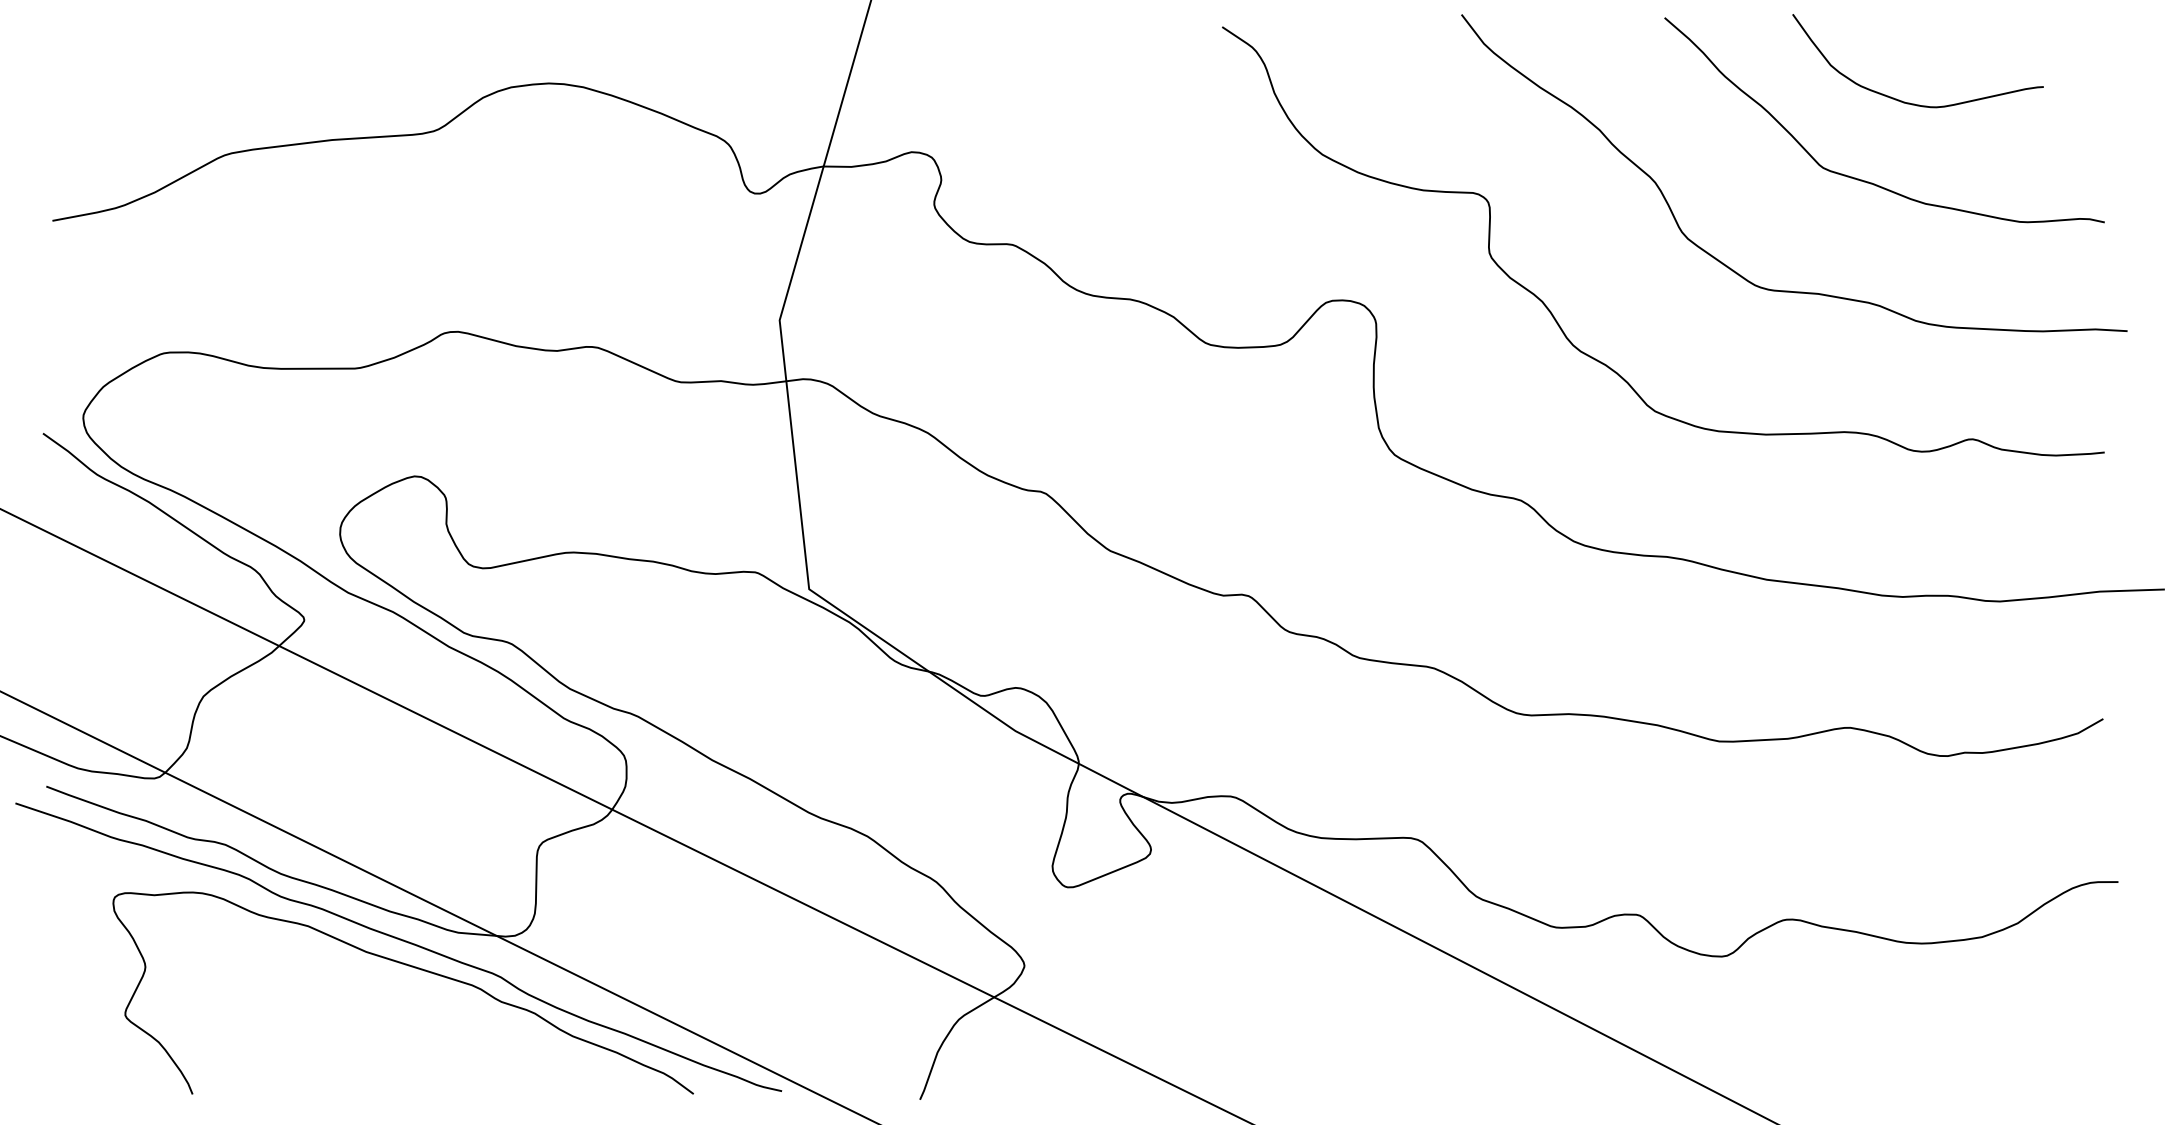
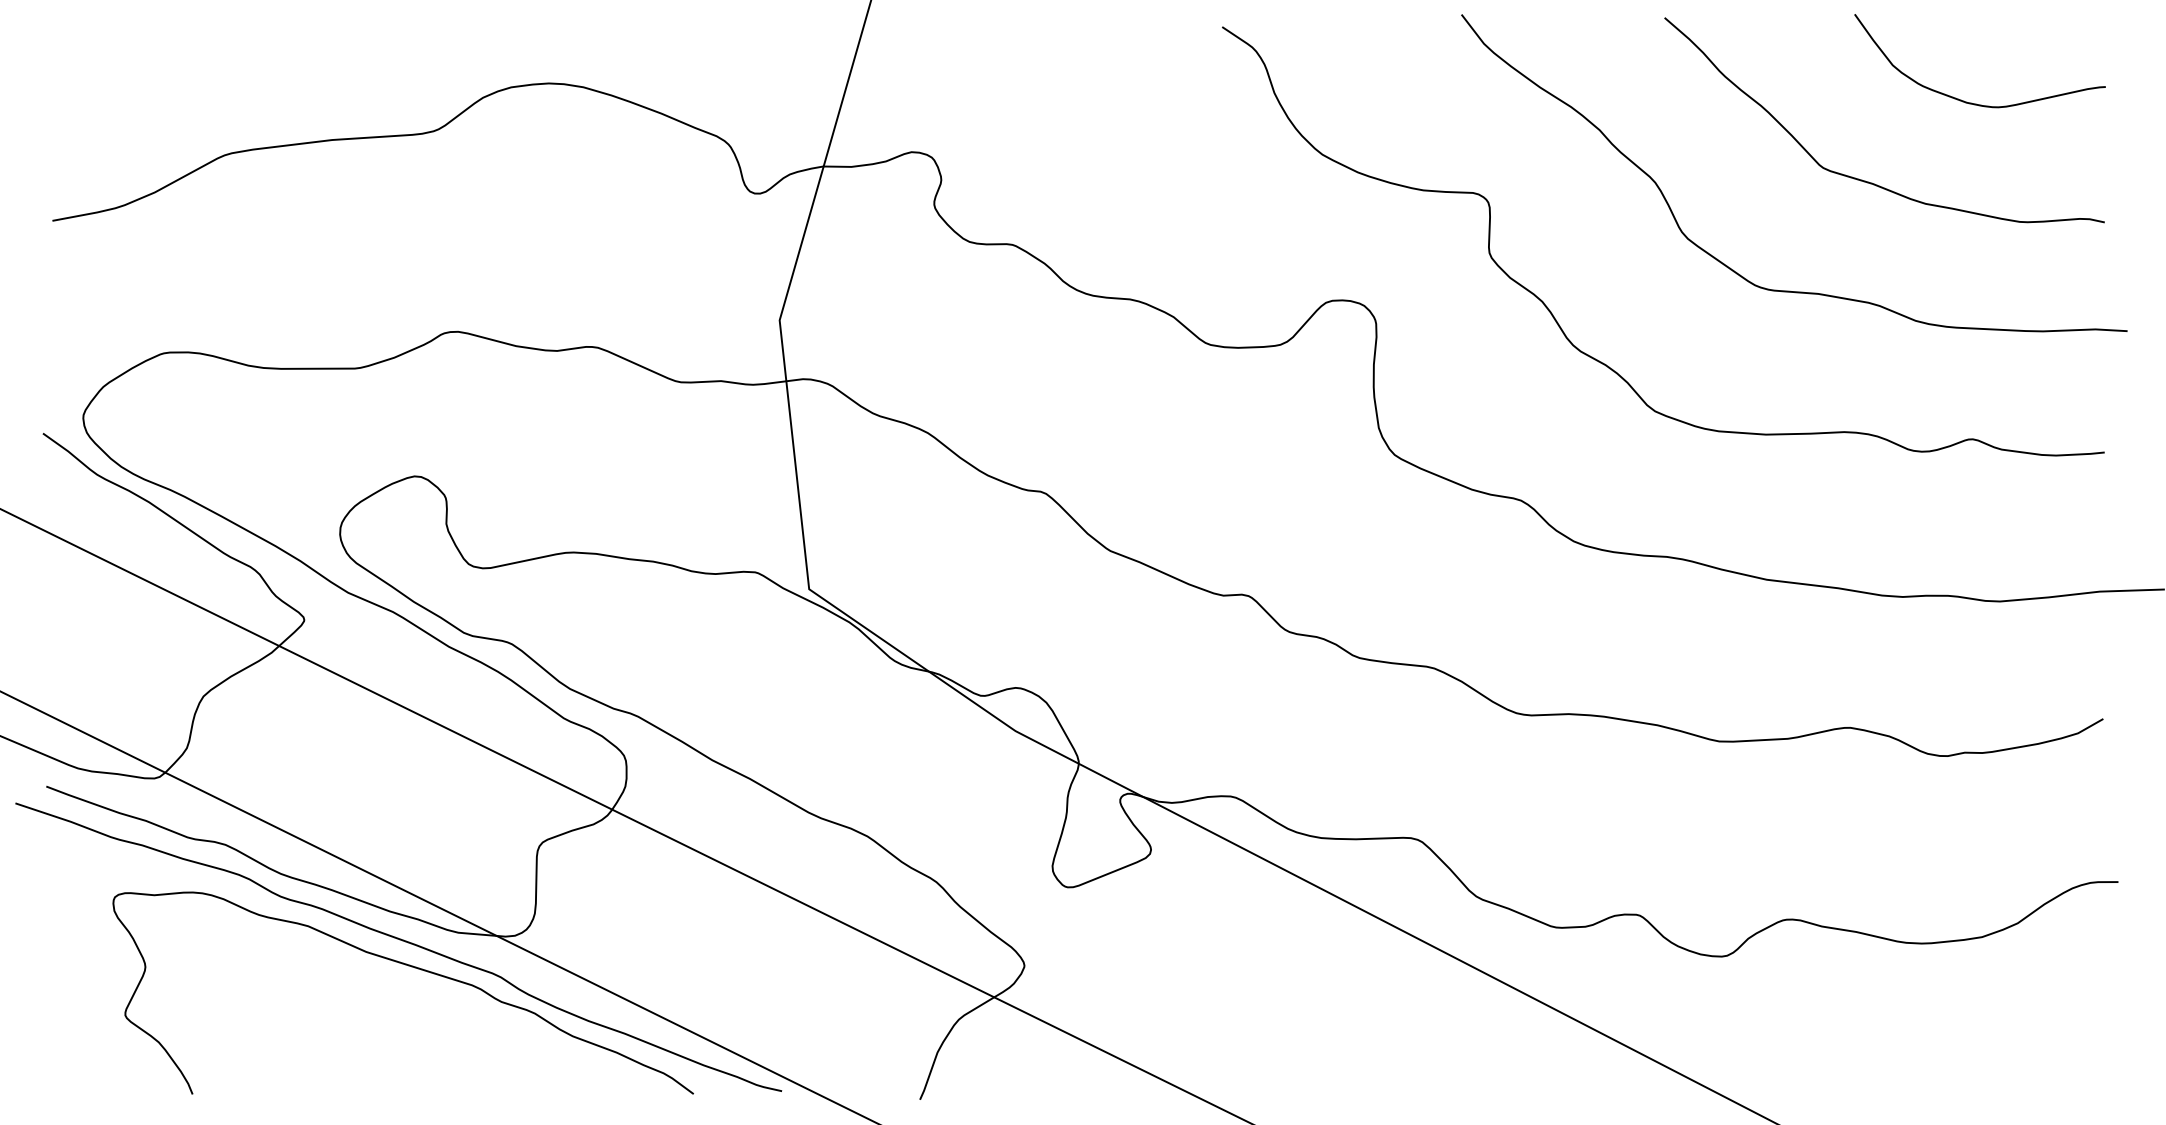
curve at (1909, 102) position: (1909, 102) -> (1971, 102)
